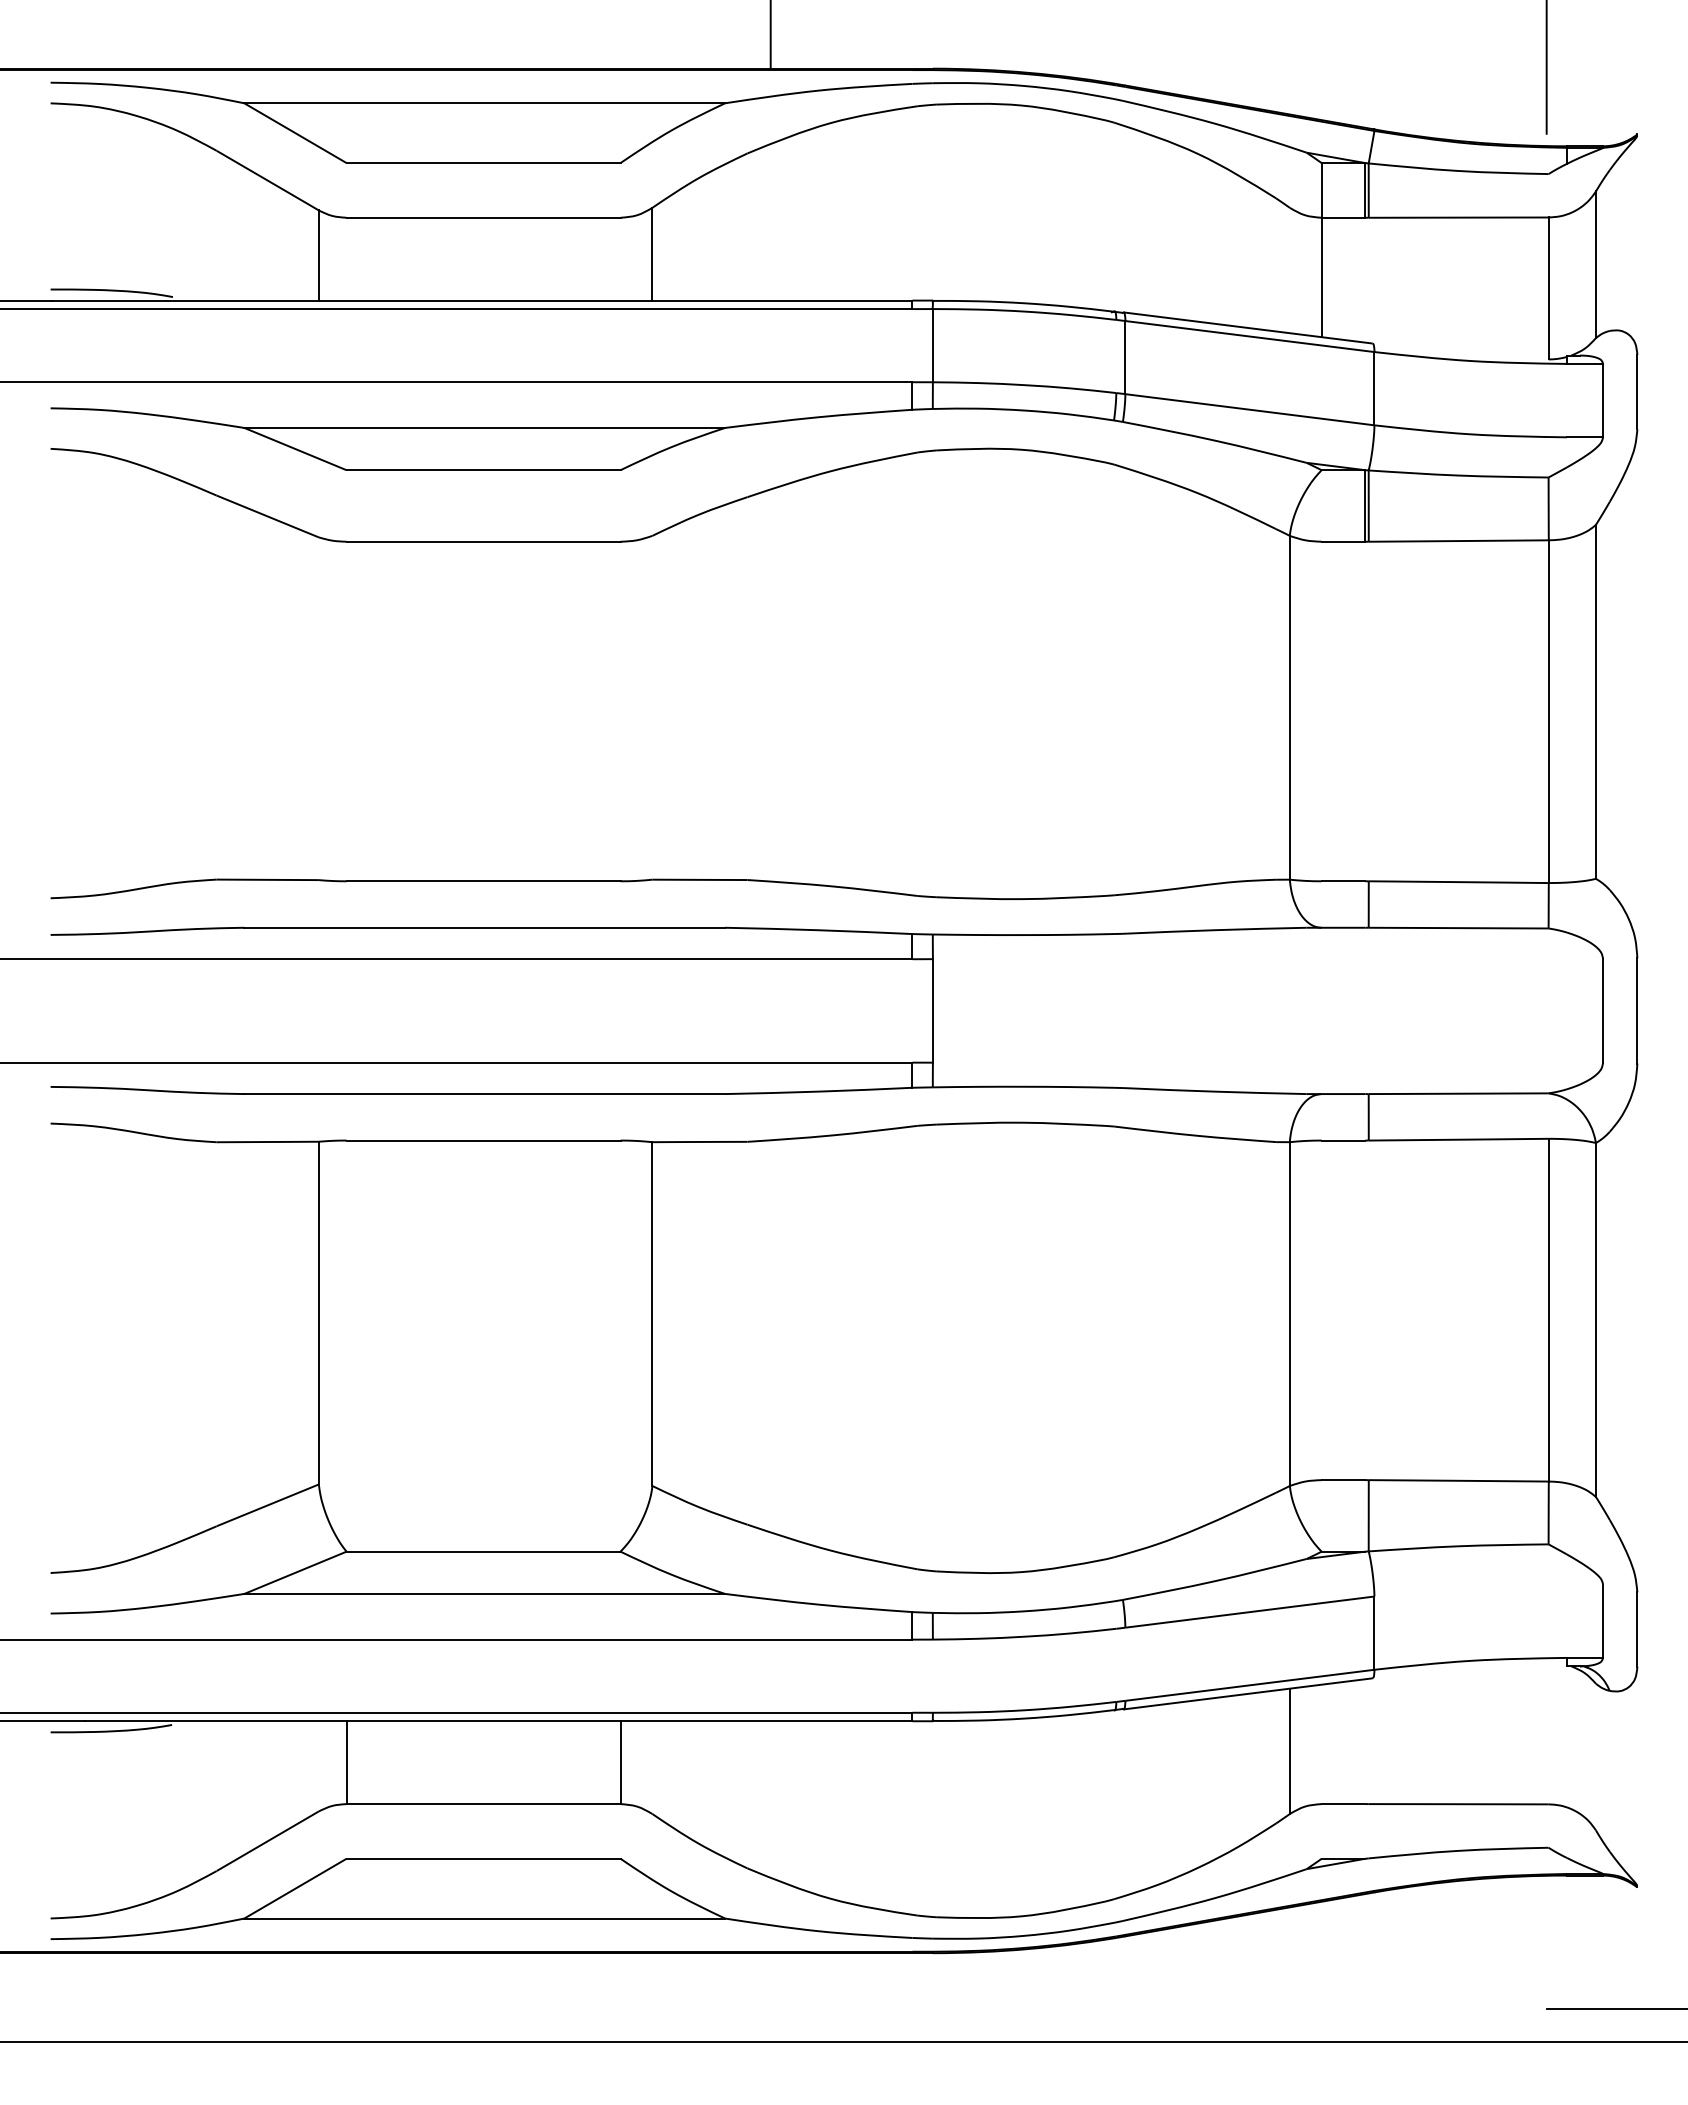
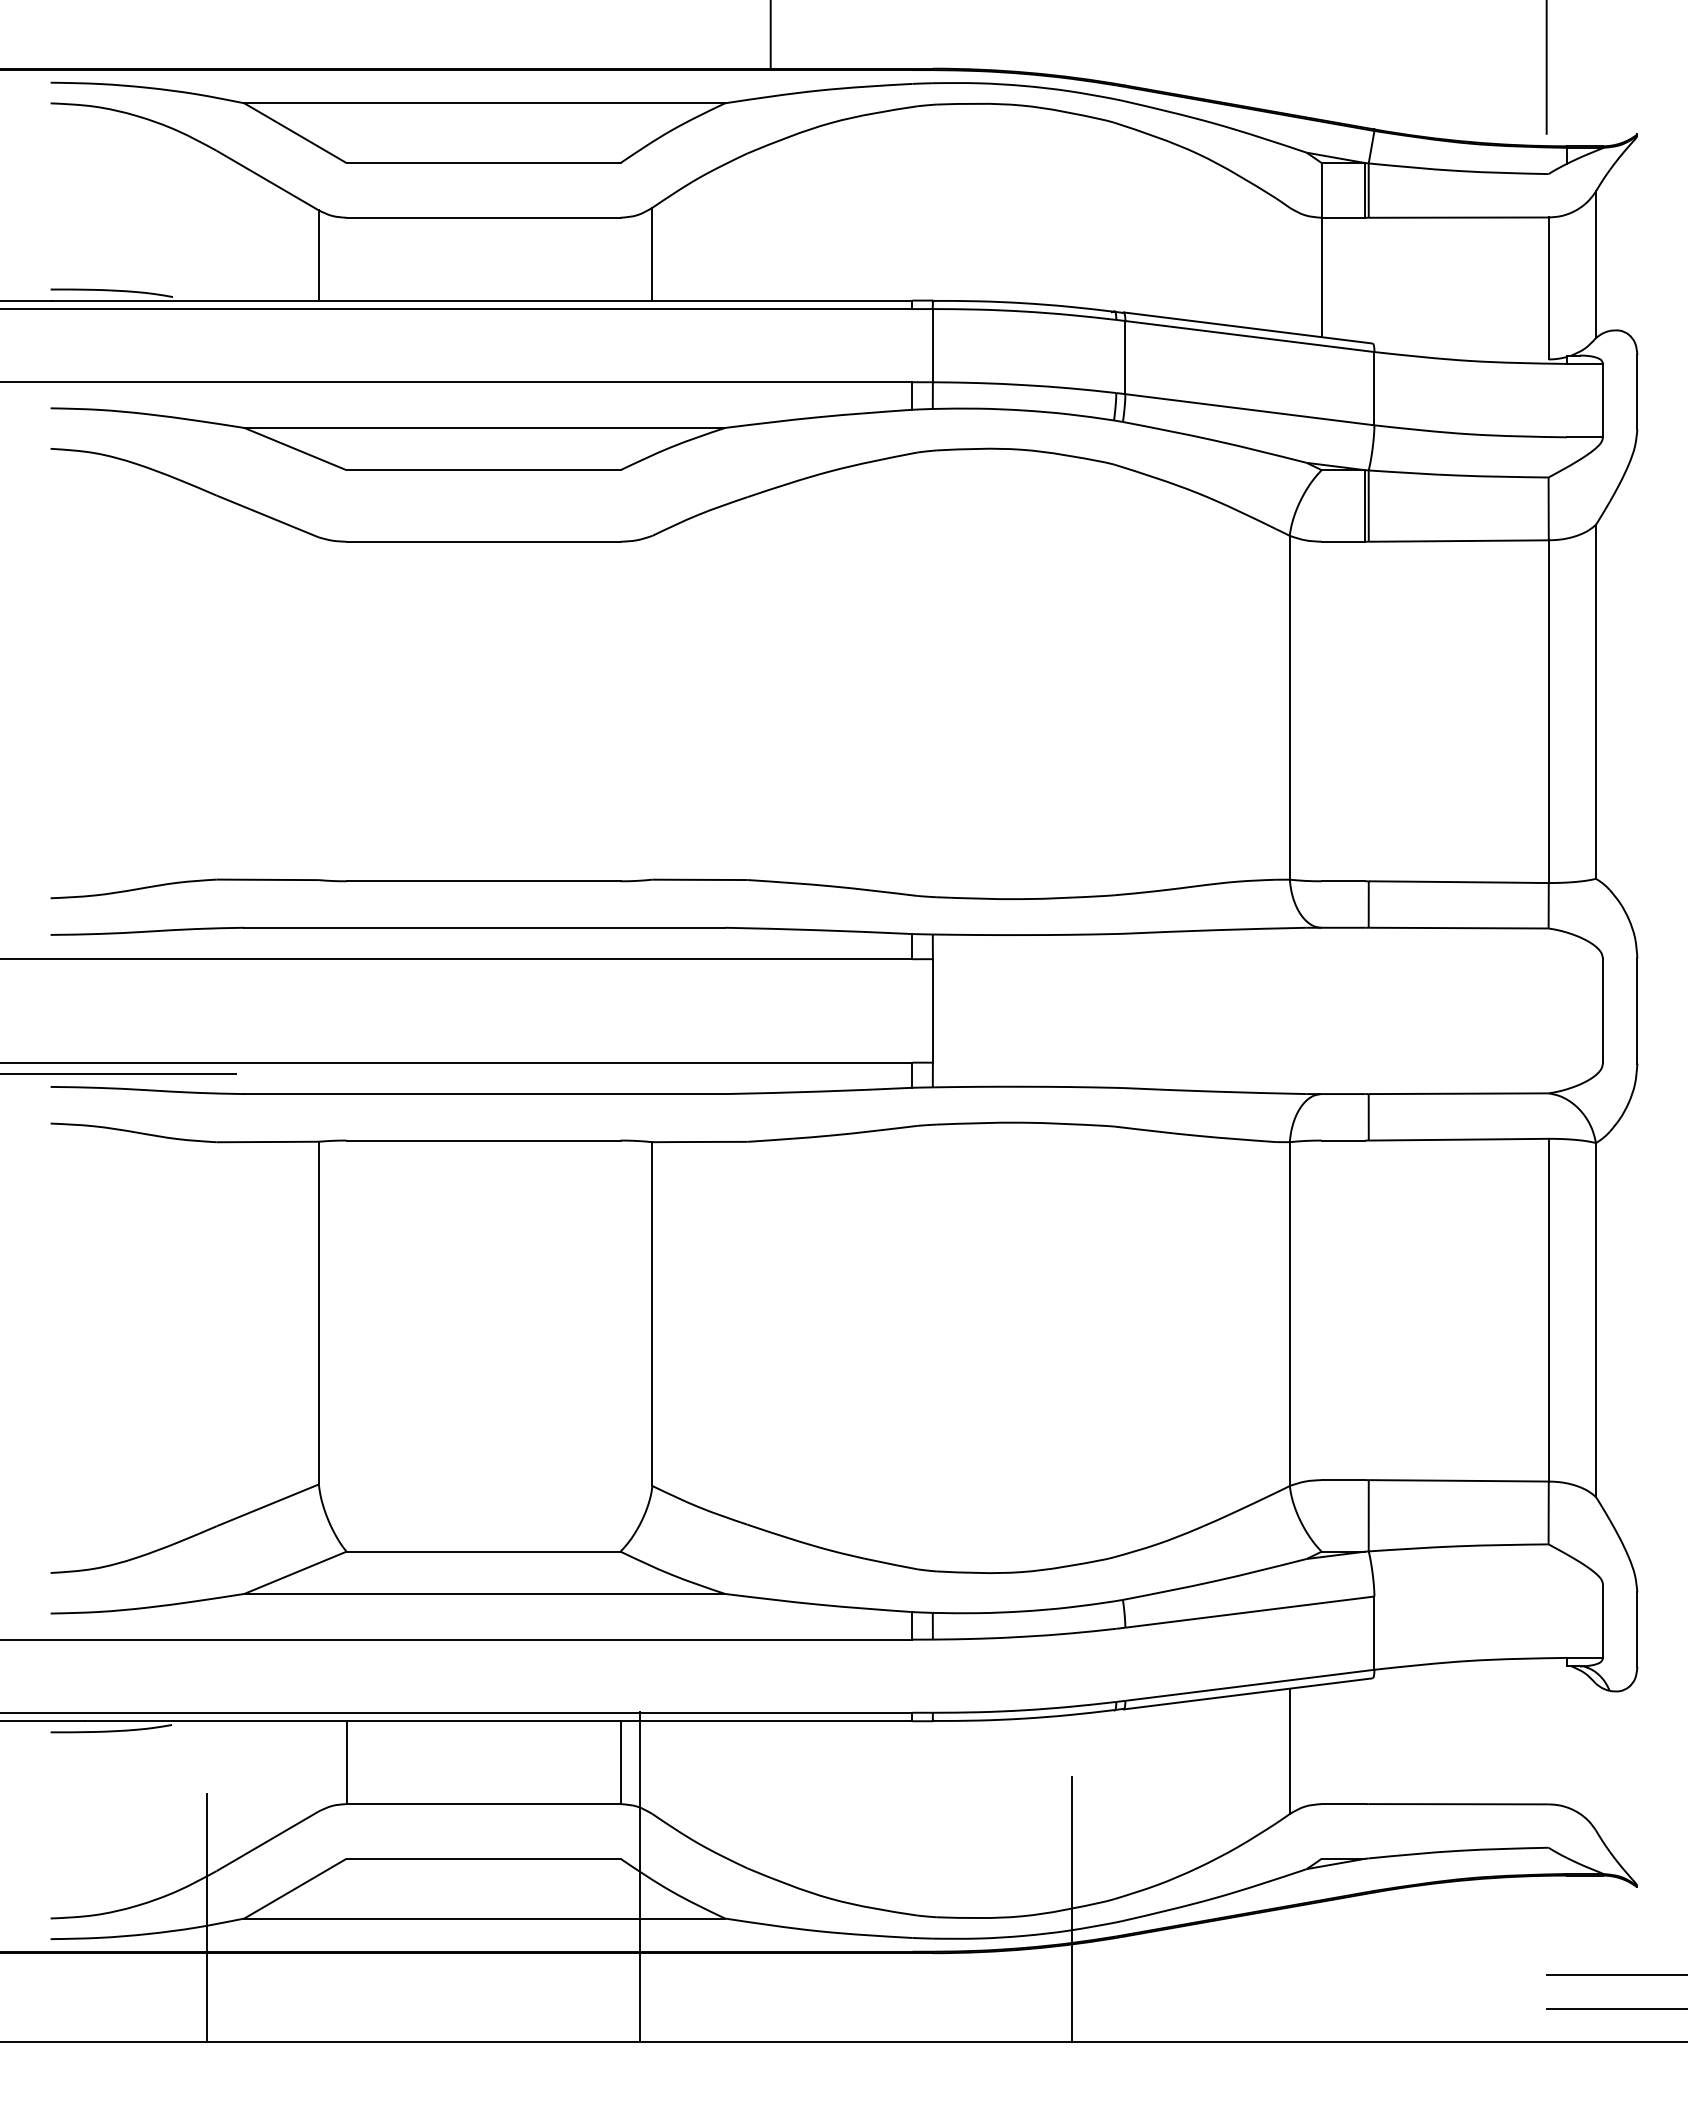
line at (119, 1073): none -> present
line at (639, 1876): none -> present
line at (1071, 1909): none -> present
line at (207, 1917): none -> present
line at (1615, 1975): none -> present
